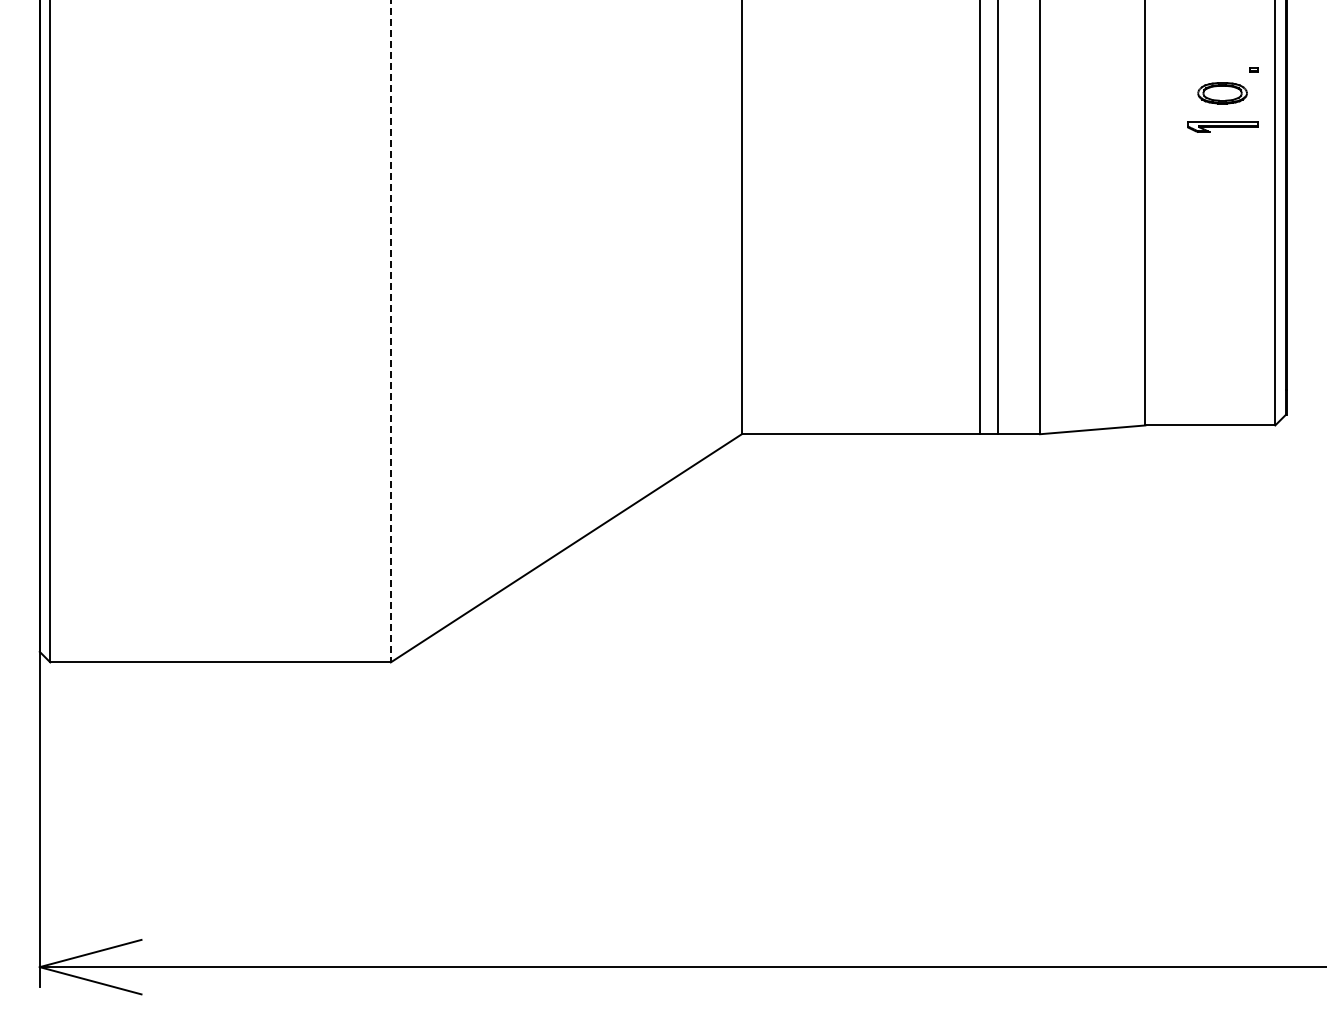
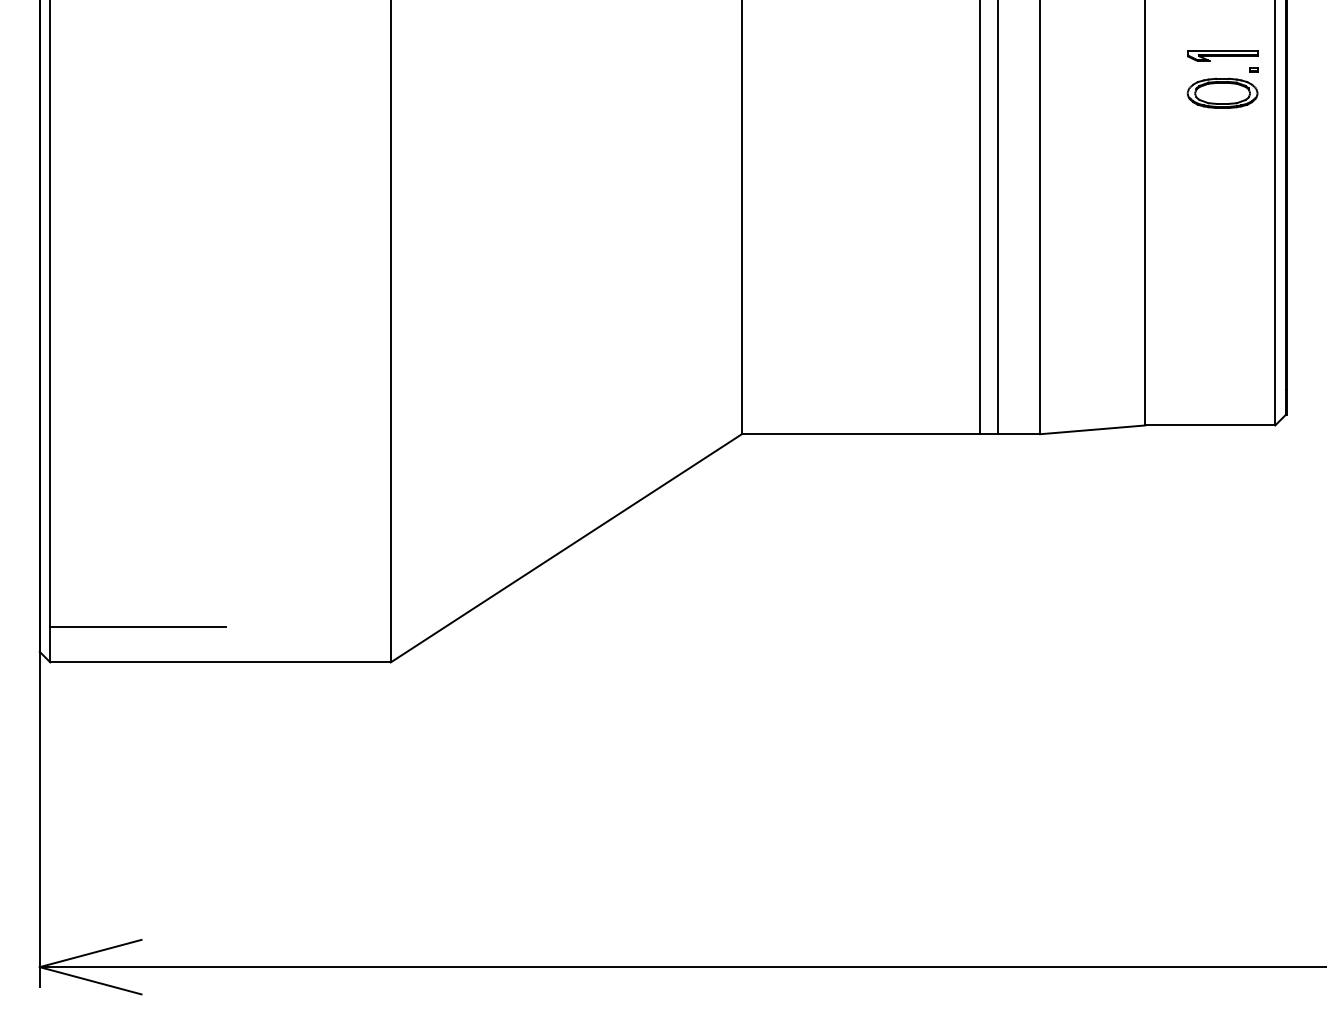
part at (1222, 93) size: 51x23 px -> 73x32 px
part at (1222, 126) position: (1222, 126) -> (1222, 55)
line at (390, 331): dashed -> solid
line at (137, 627): none -> present
